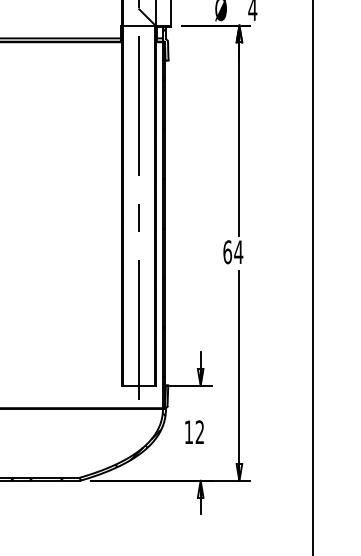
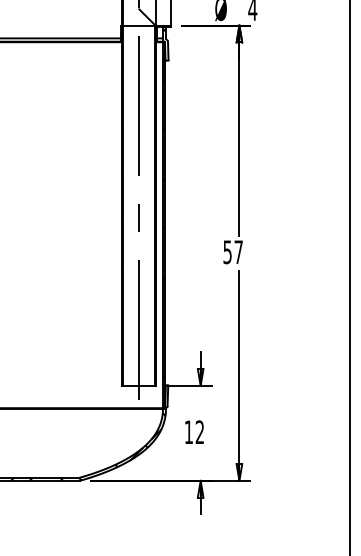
text at (233, 252): 64 -> 57
line at (313, 277) position: (313, 277) -> (350, 277)
